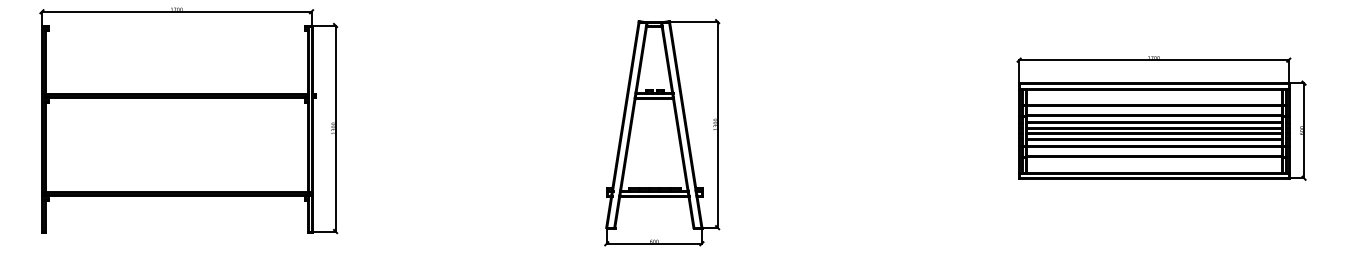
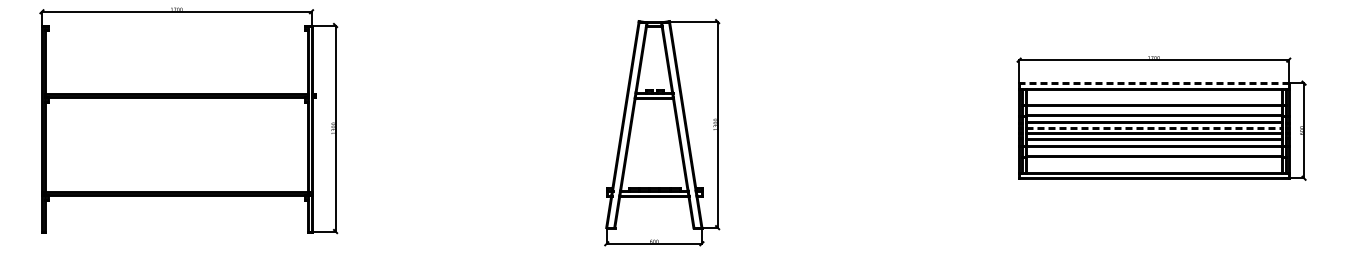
line at (1153, 83): solid -> dashed
line at (1154, 127): solid -> dashed
